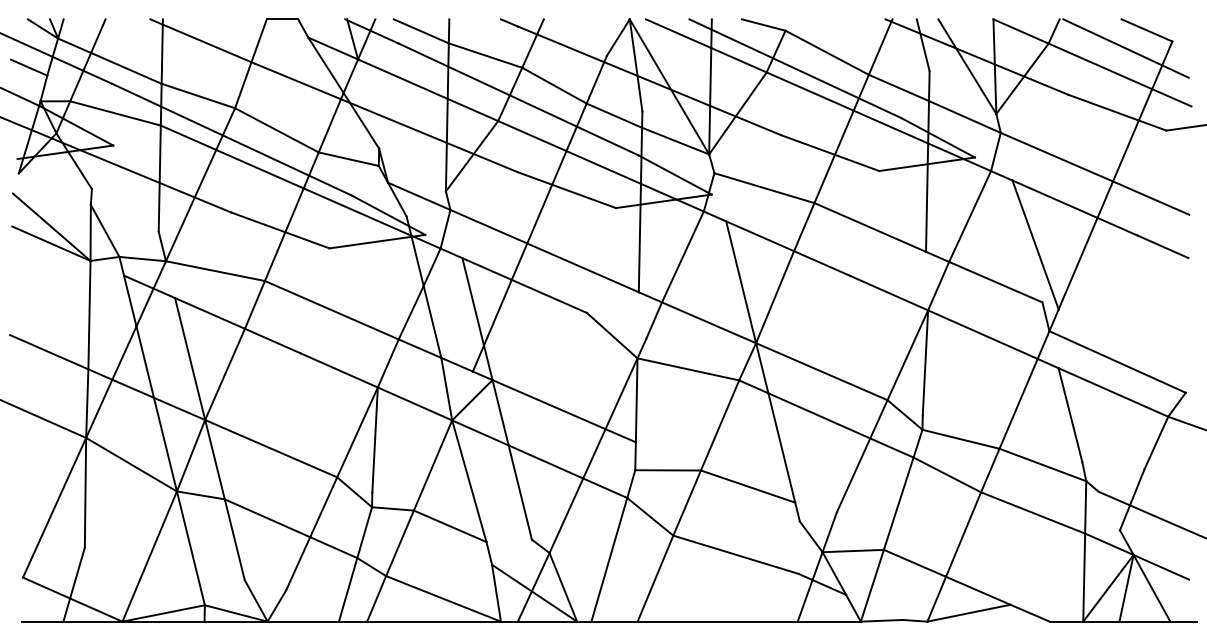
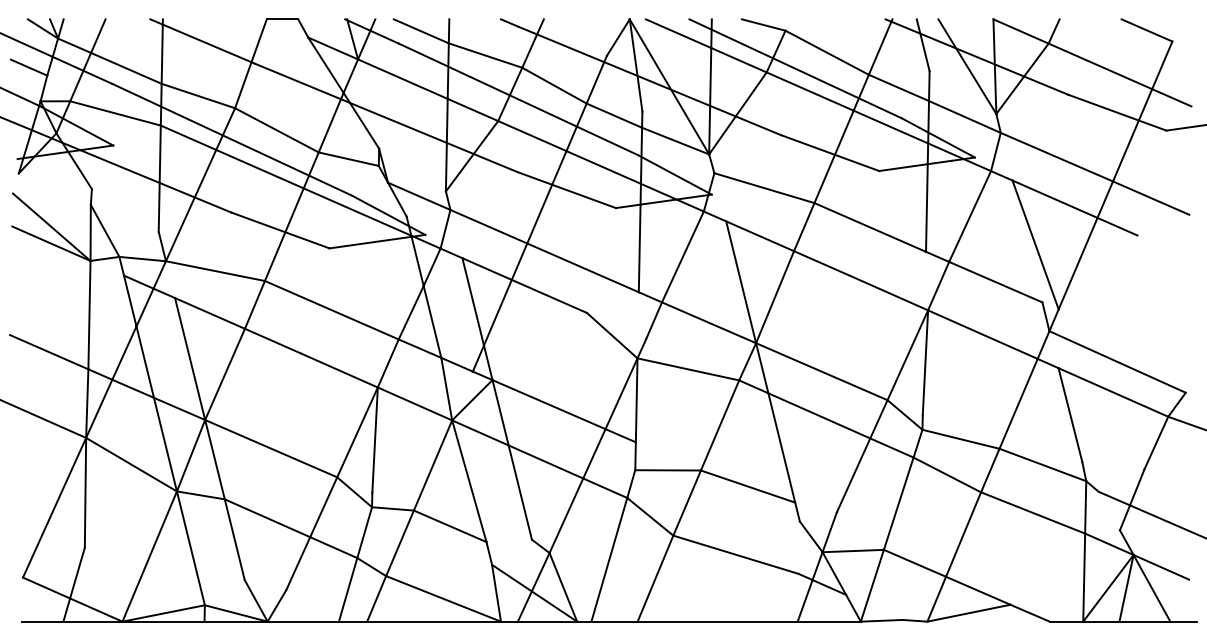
line at (1125, 48): present -> none
line at (1162, 246): present -> none
